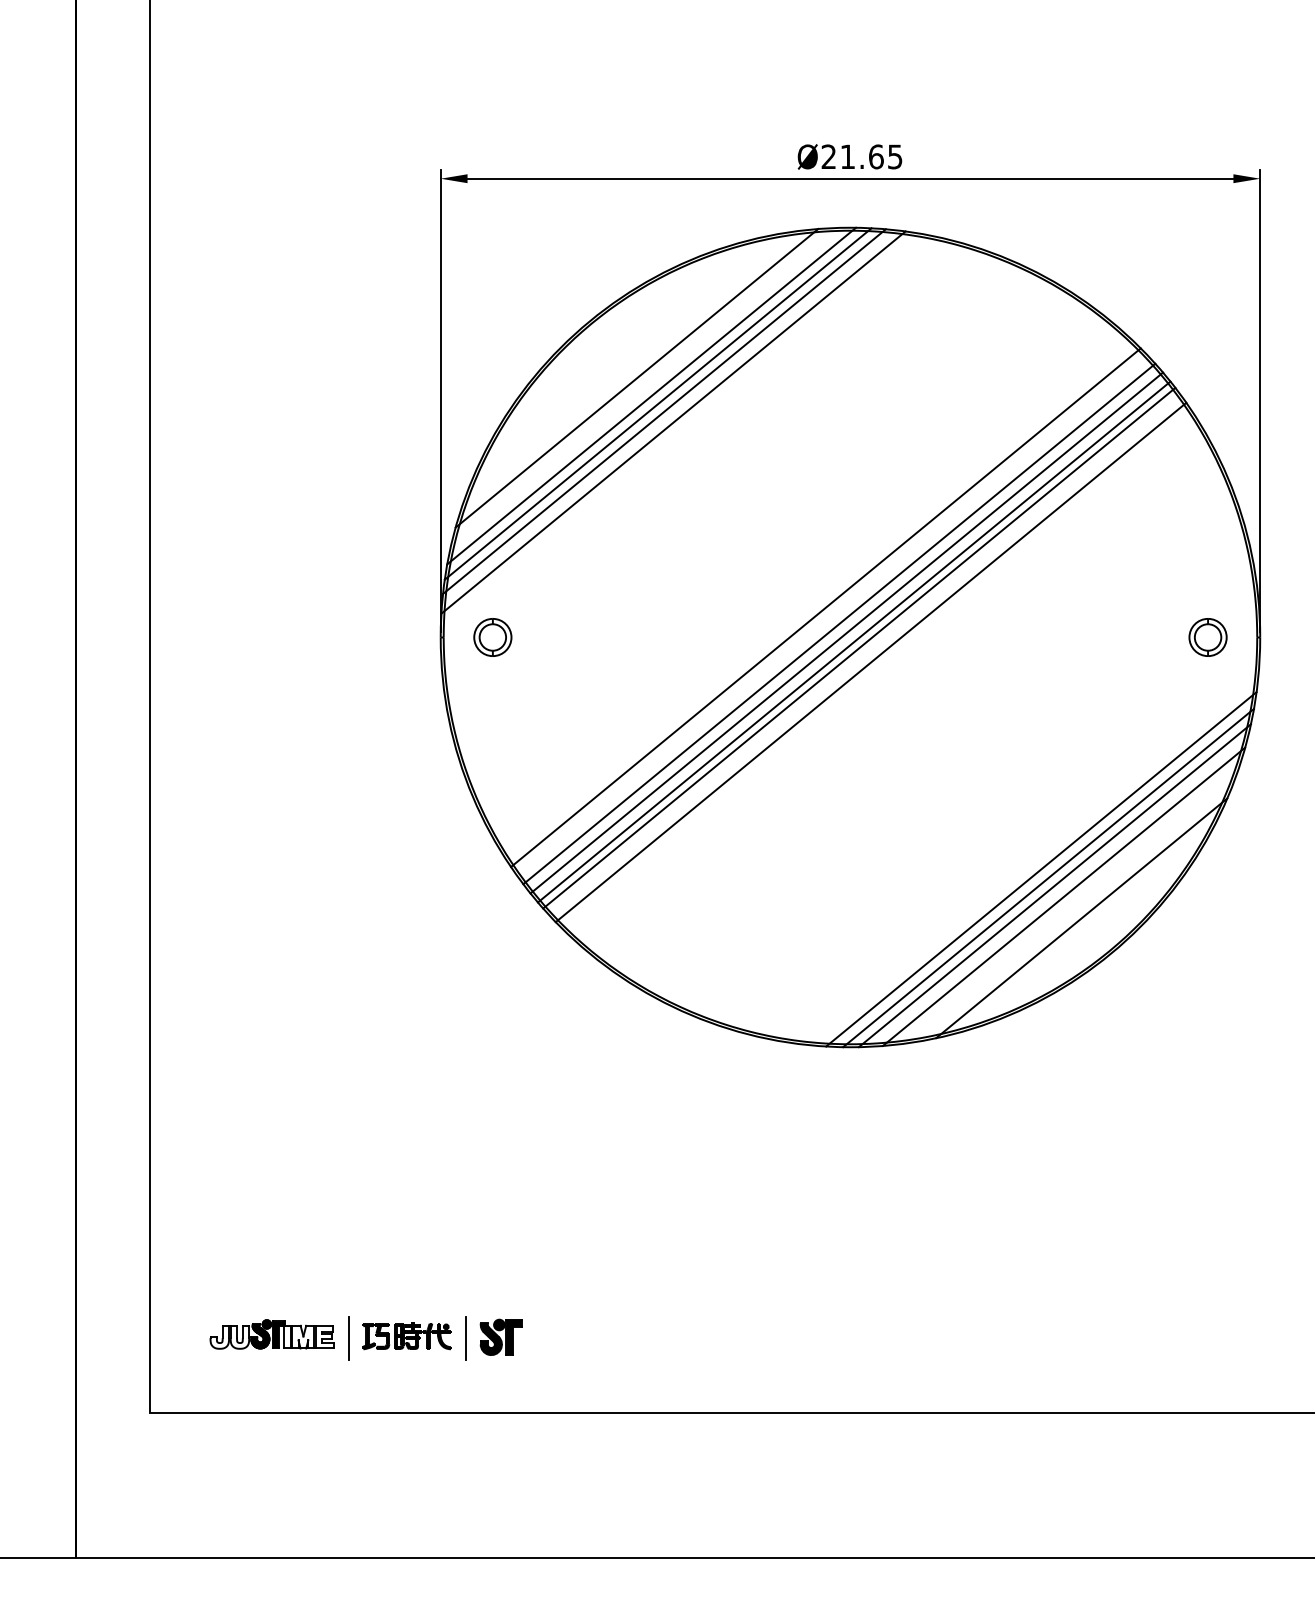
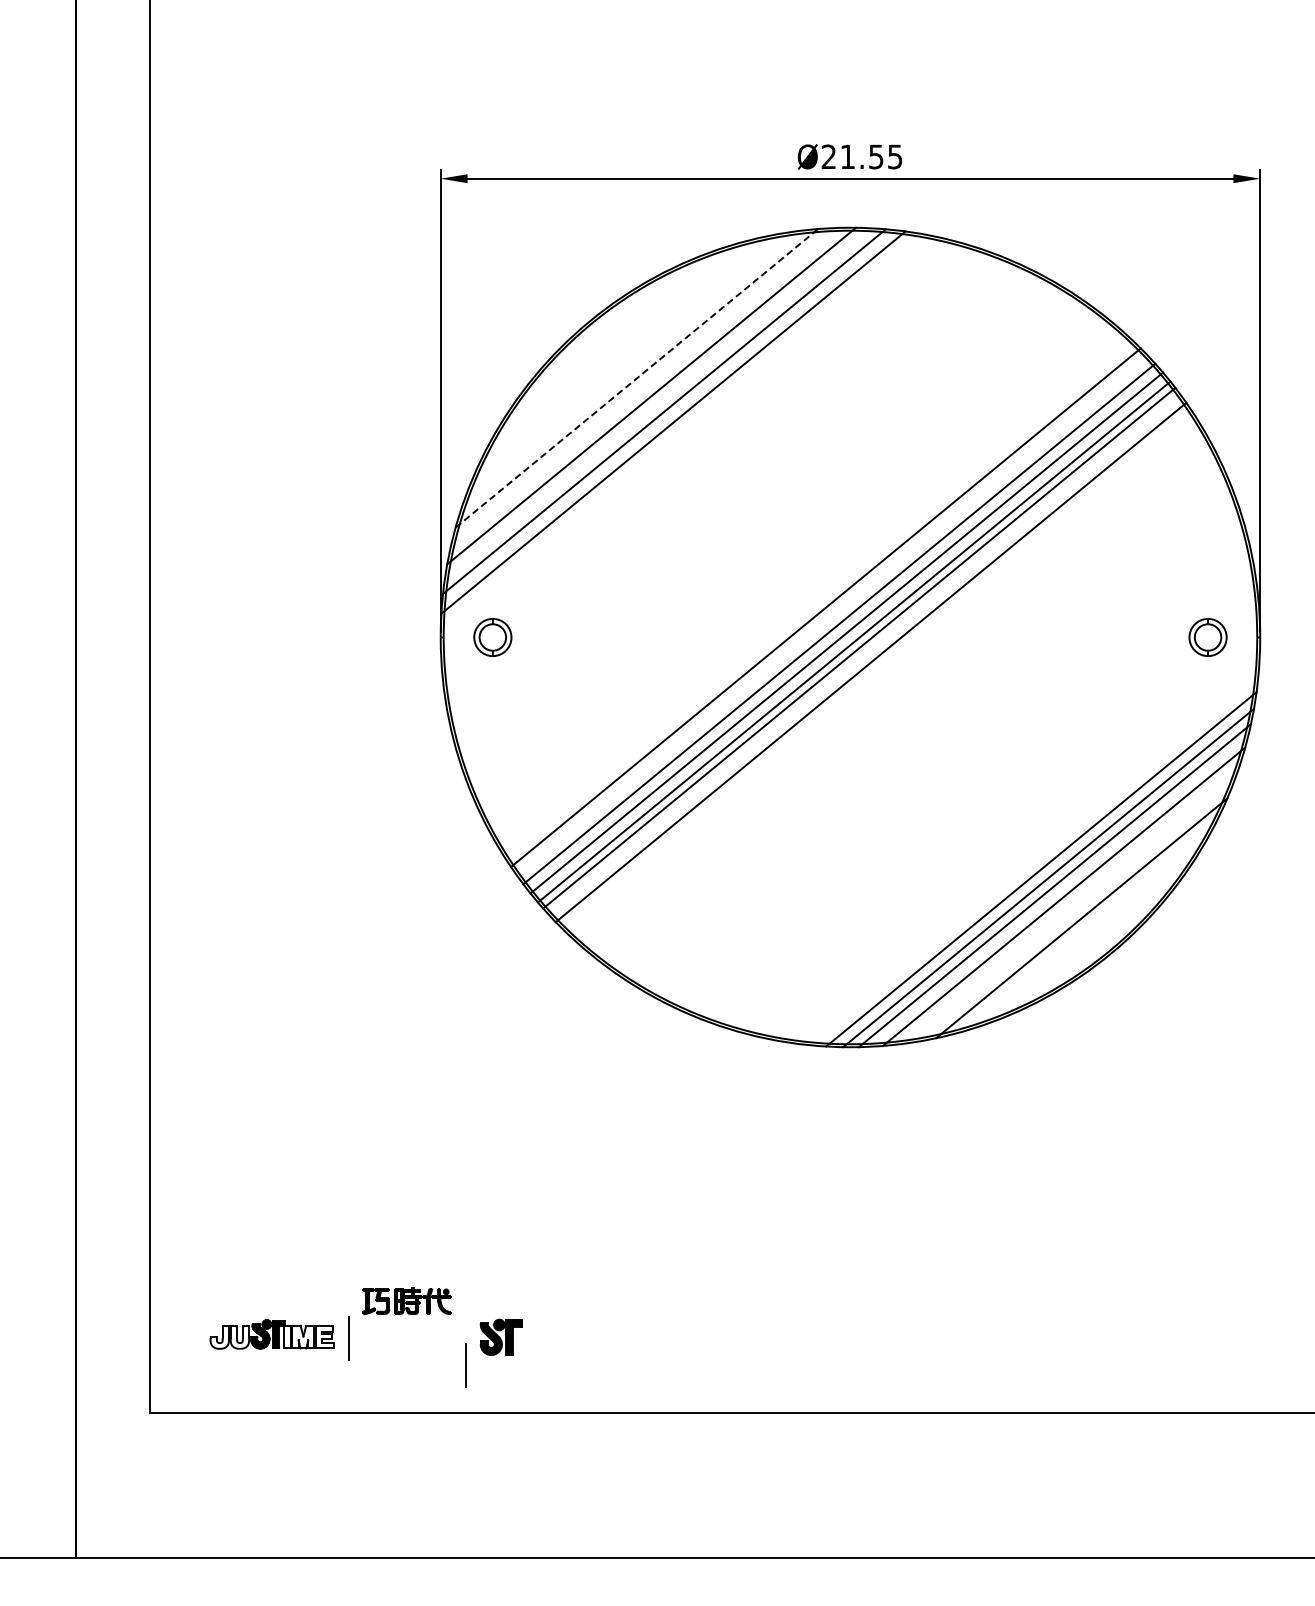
text at (876, 156): Ø21.65 -> Ø21.55
line at (637, 378): solid -> dashed
line at (657, 403): present -> none
part at (406, 1336) position: (406, 1336) -> (406, 1301)
line at (465, 1338) position: (465, 1338) -> (465, 1365)
